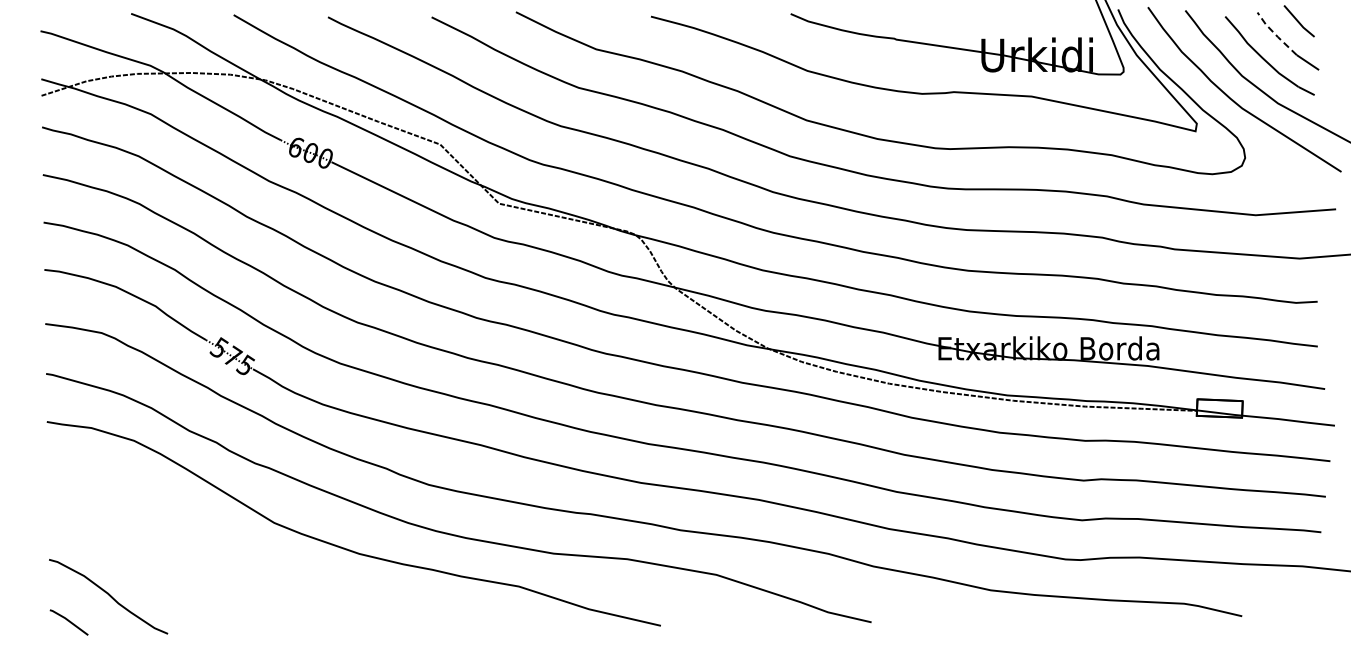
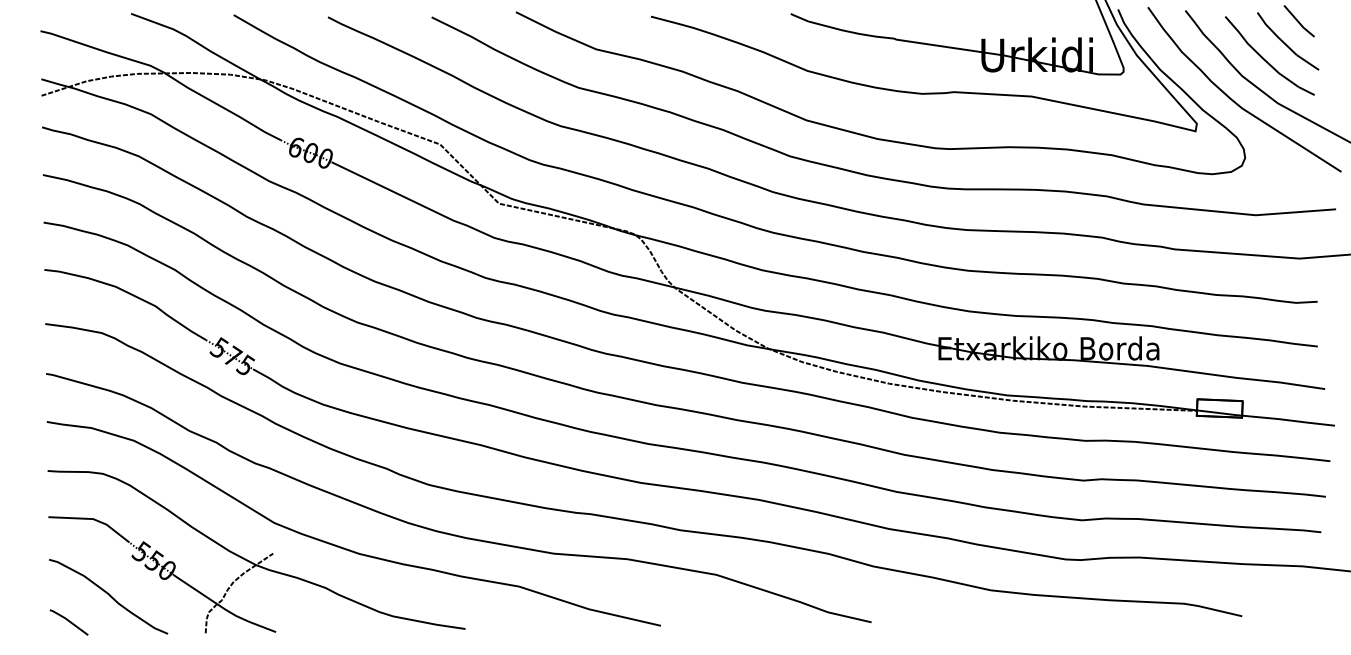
line at (1275, 34): dashed -> solid
part at (261, 560): none -> present
